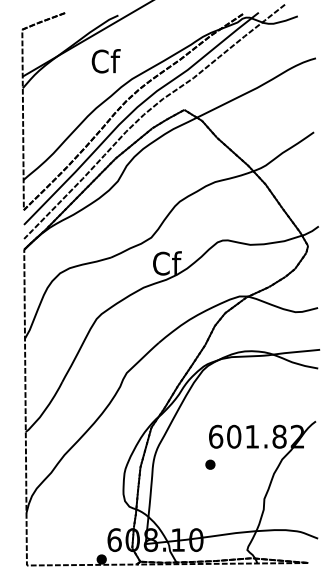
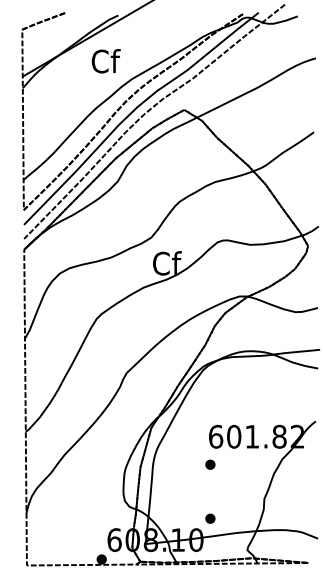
part at (210, 518): none -> present
